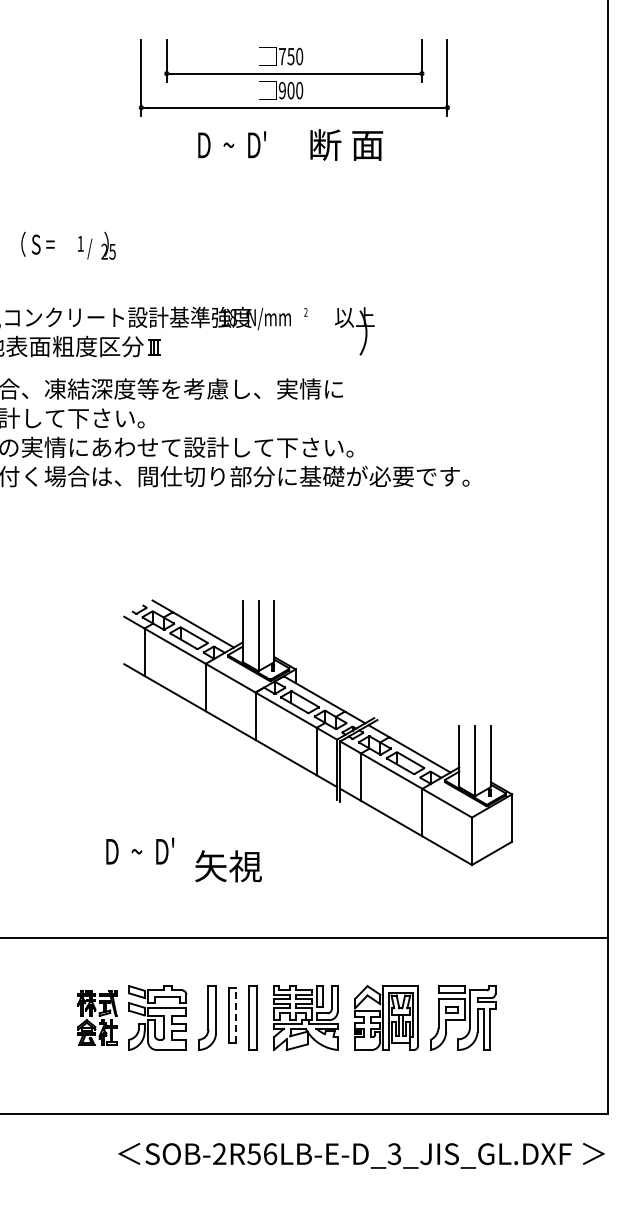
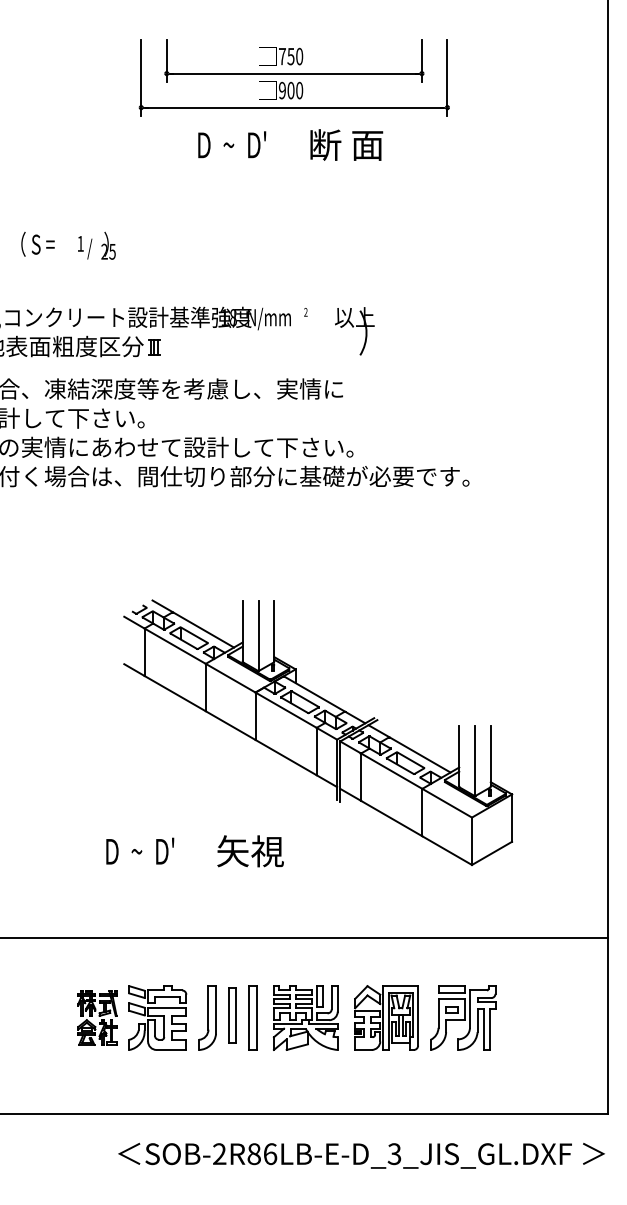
text at (228, 866) position: (228, 866) -> (250, 851)
line at (236, 1015): dashed -> solid
text at (253, 1153): SOB-2R56LB-E-D_3_JIS_GL.DXF -> SOB-2R86LB-E-D_3_JIS_GL.DXF
